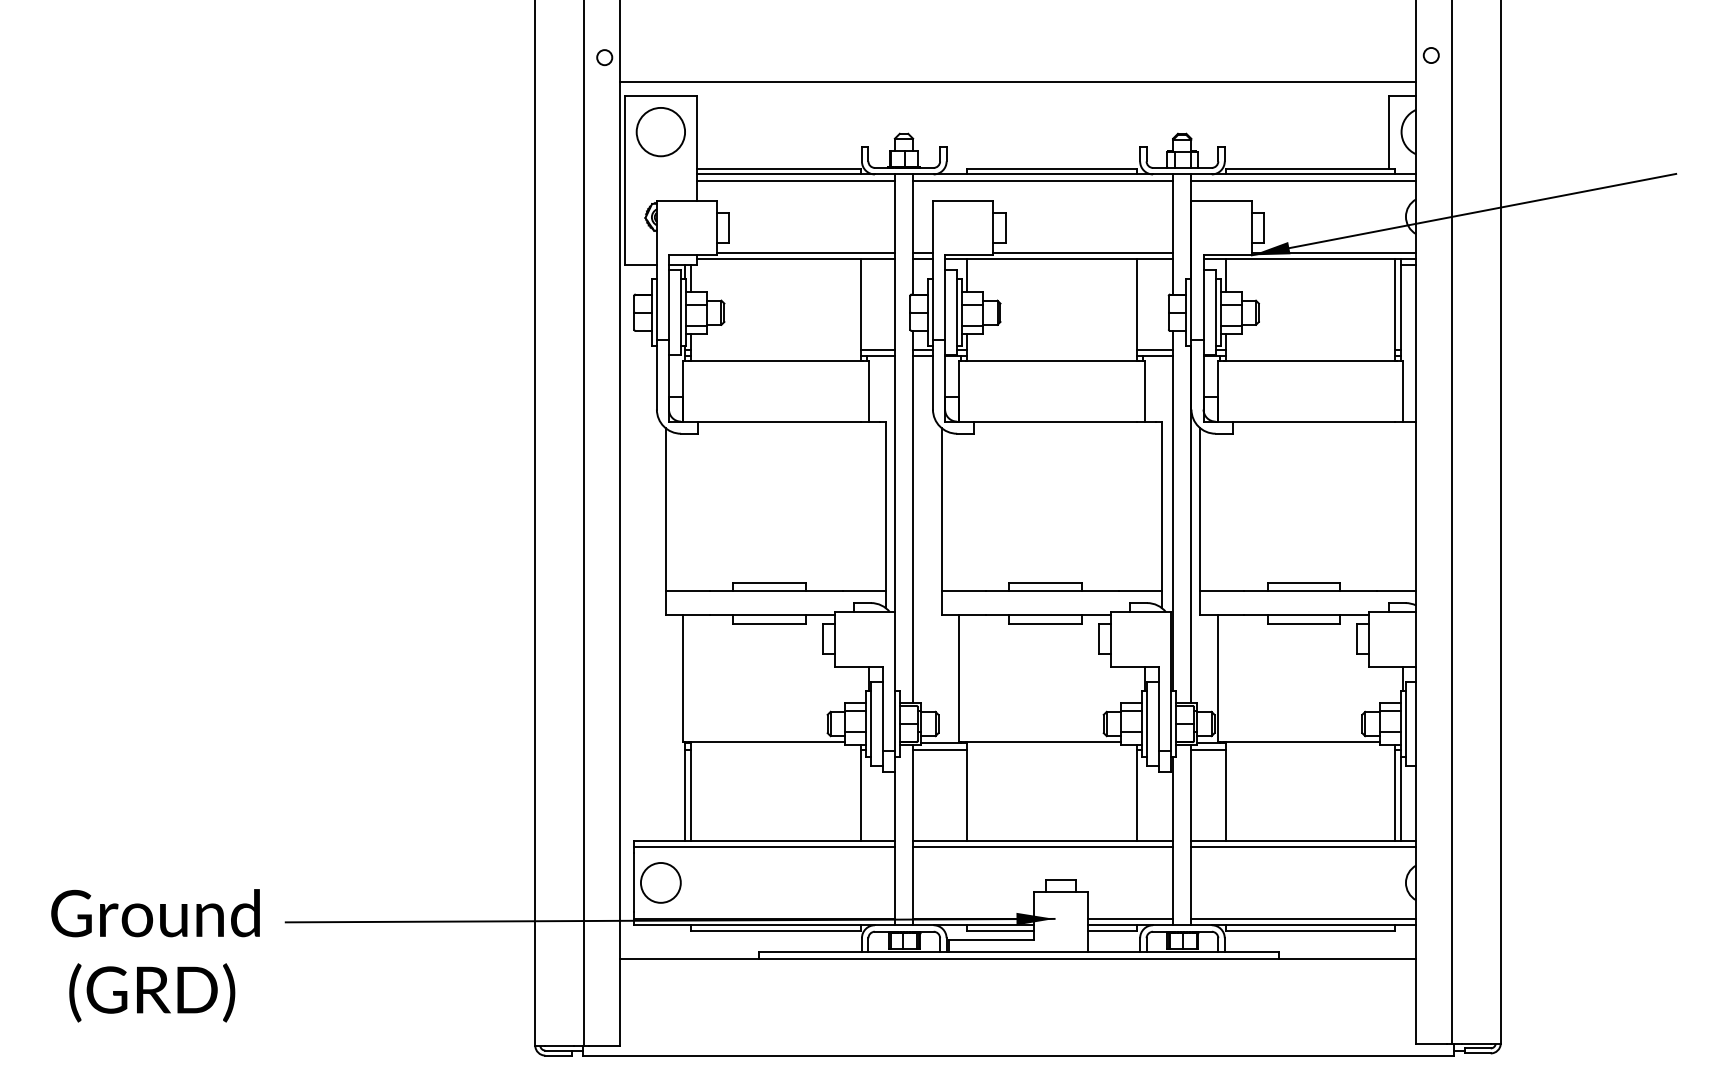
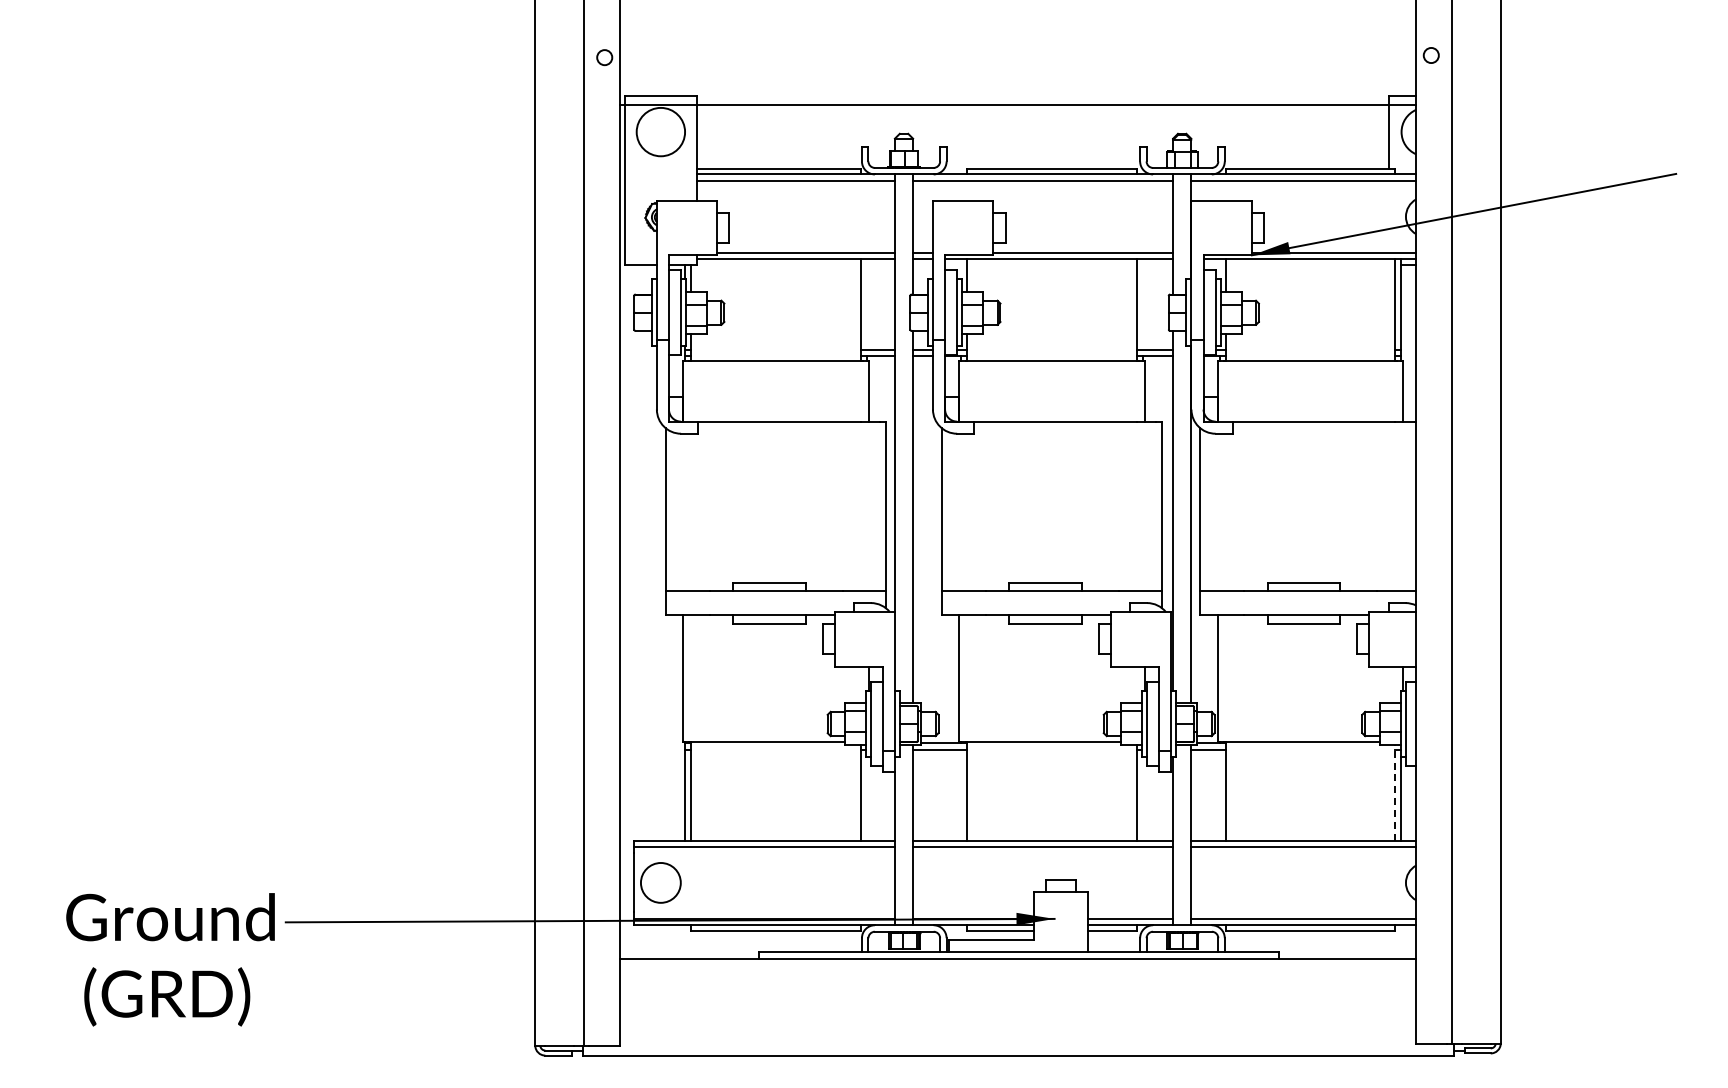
line at (1017, 81) position: (1017, 81) -> (1017, 104)
line at (1395, 792): solid -> dashed
text at (155, 955) position: (155, 955) -> (170, 959)
